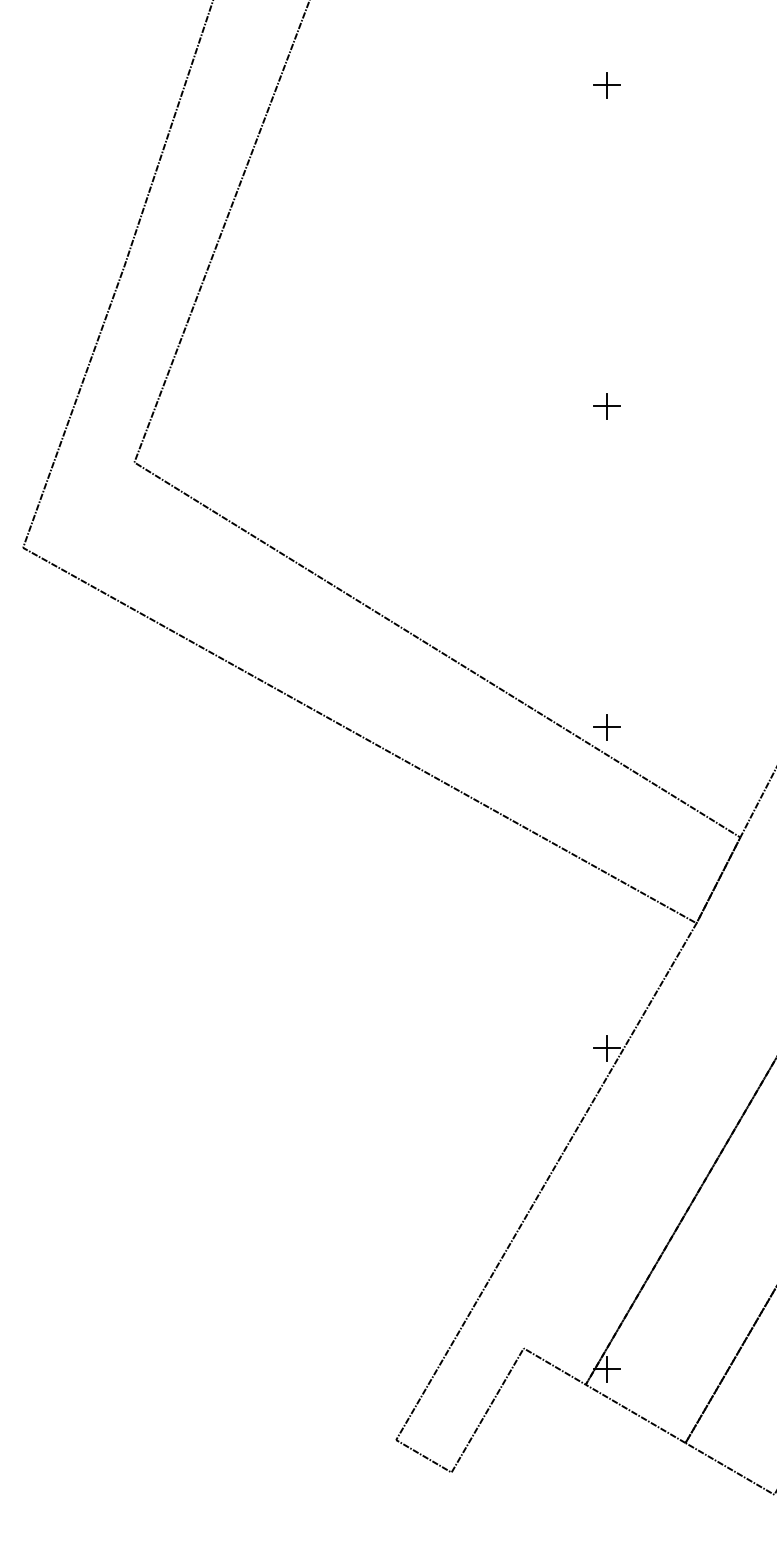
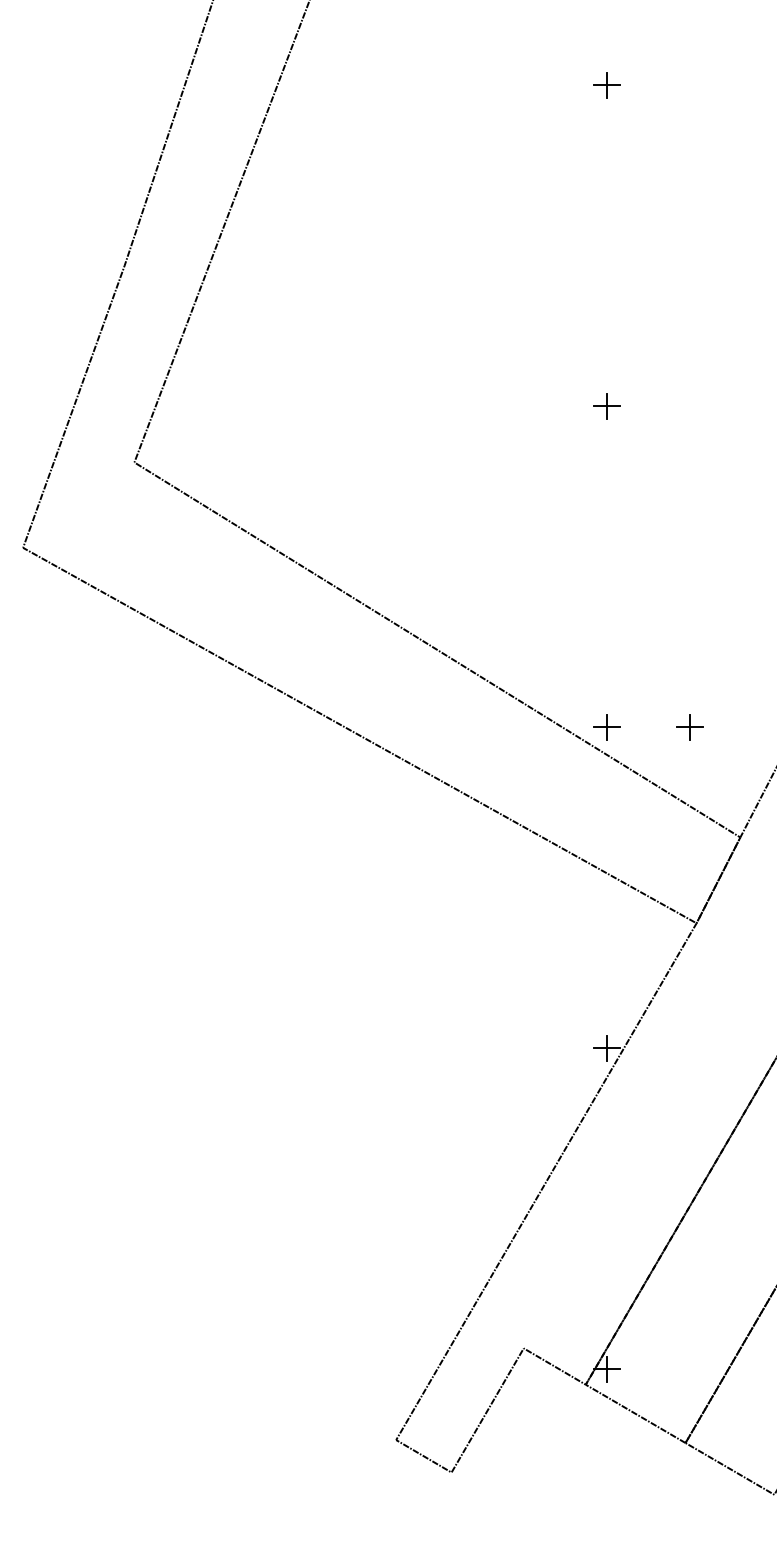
part at (689, 727): none -> present
